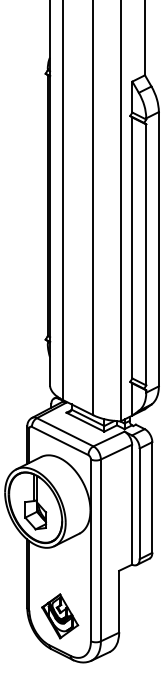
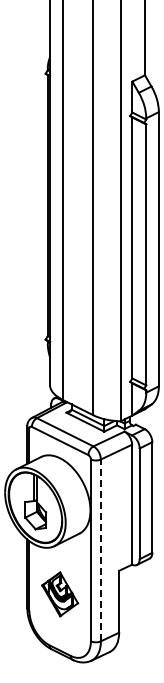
line at (100, 550): solid -> dashed
part at (60, 616) position: (60, 616) -> (60, 594)
